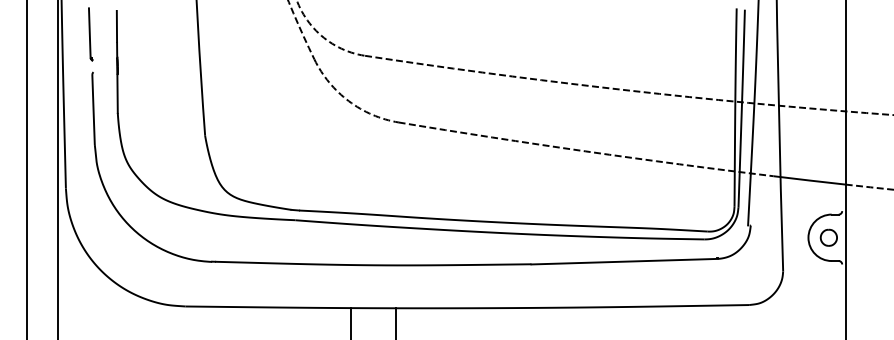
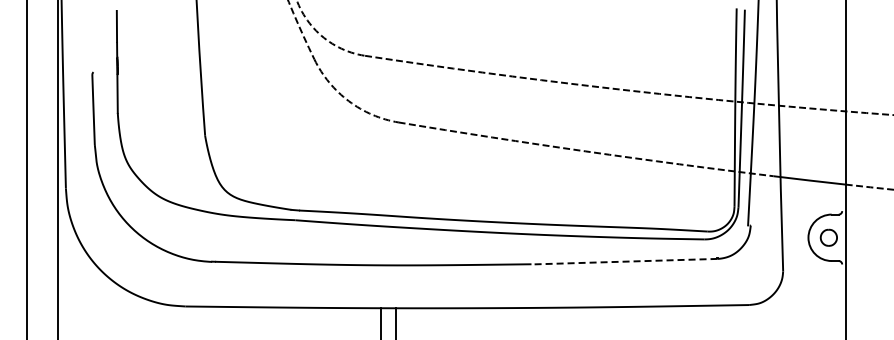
part at (90, 34): present -> none
line at (624, 261): solid -> dashed
line at (351, 322) position: (351, 322) -> (381, 322)
